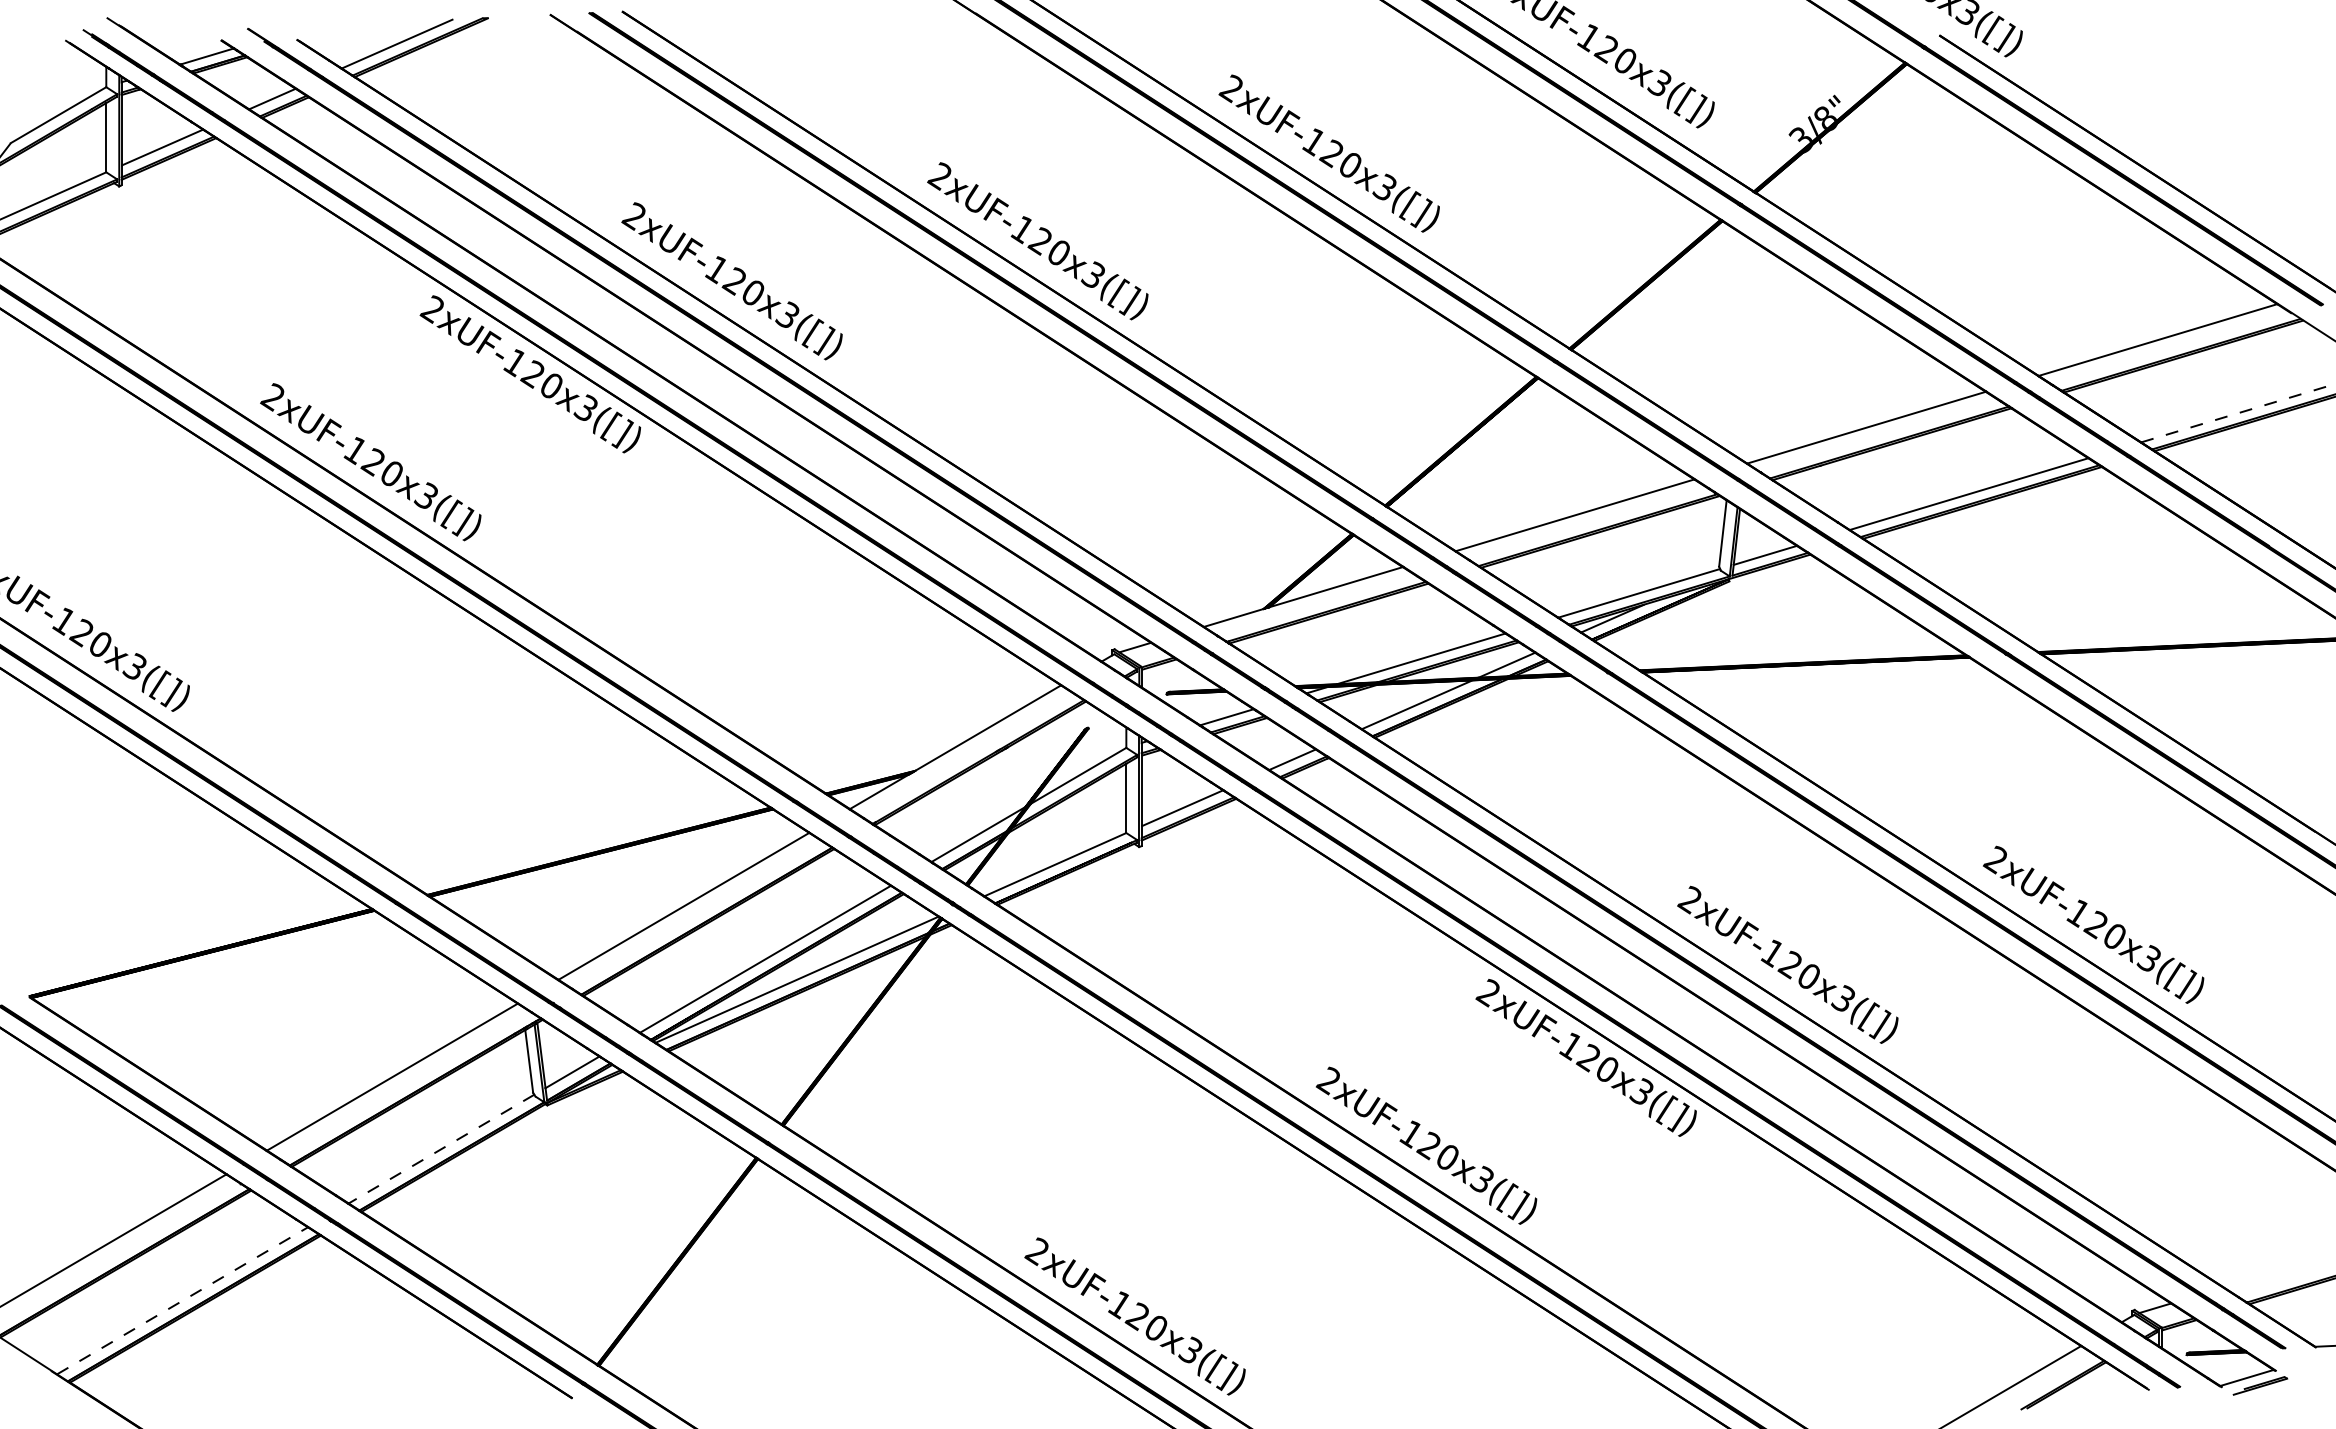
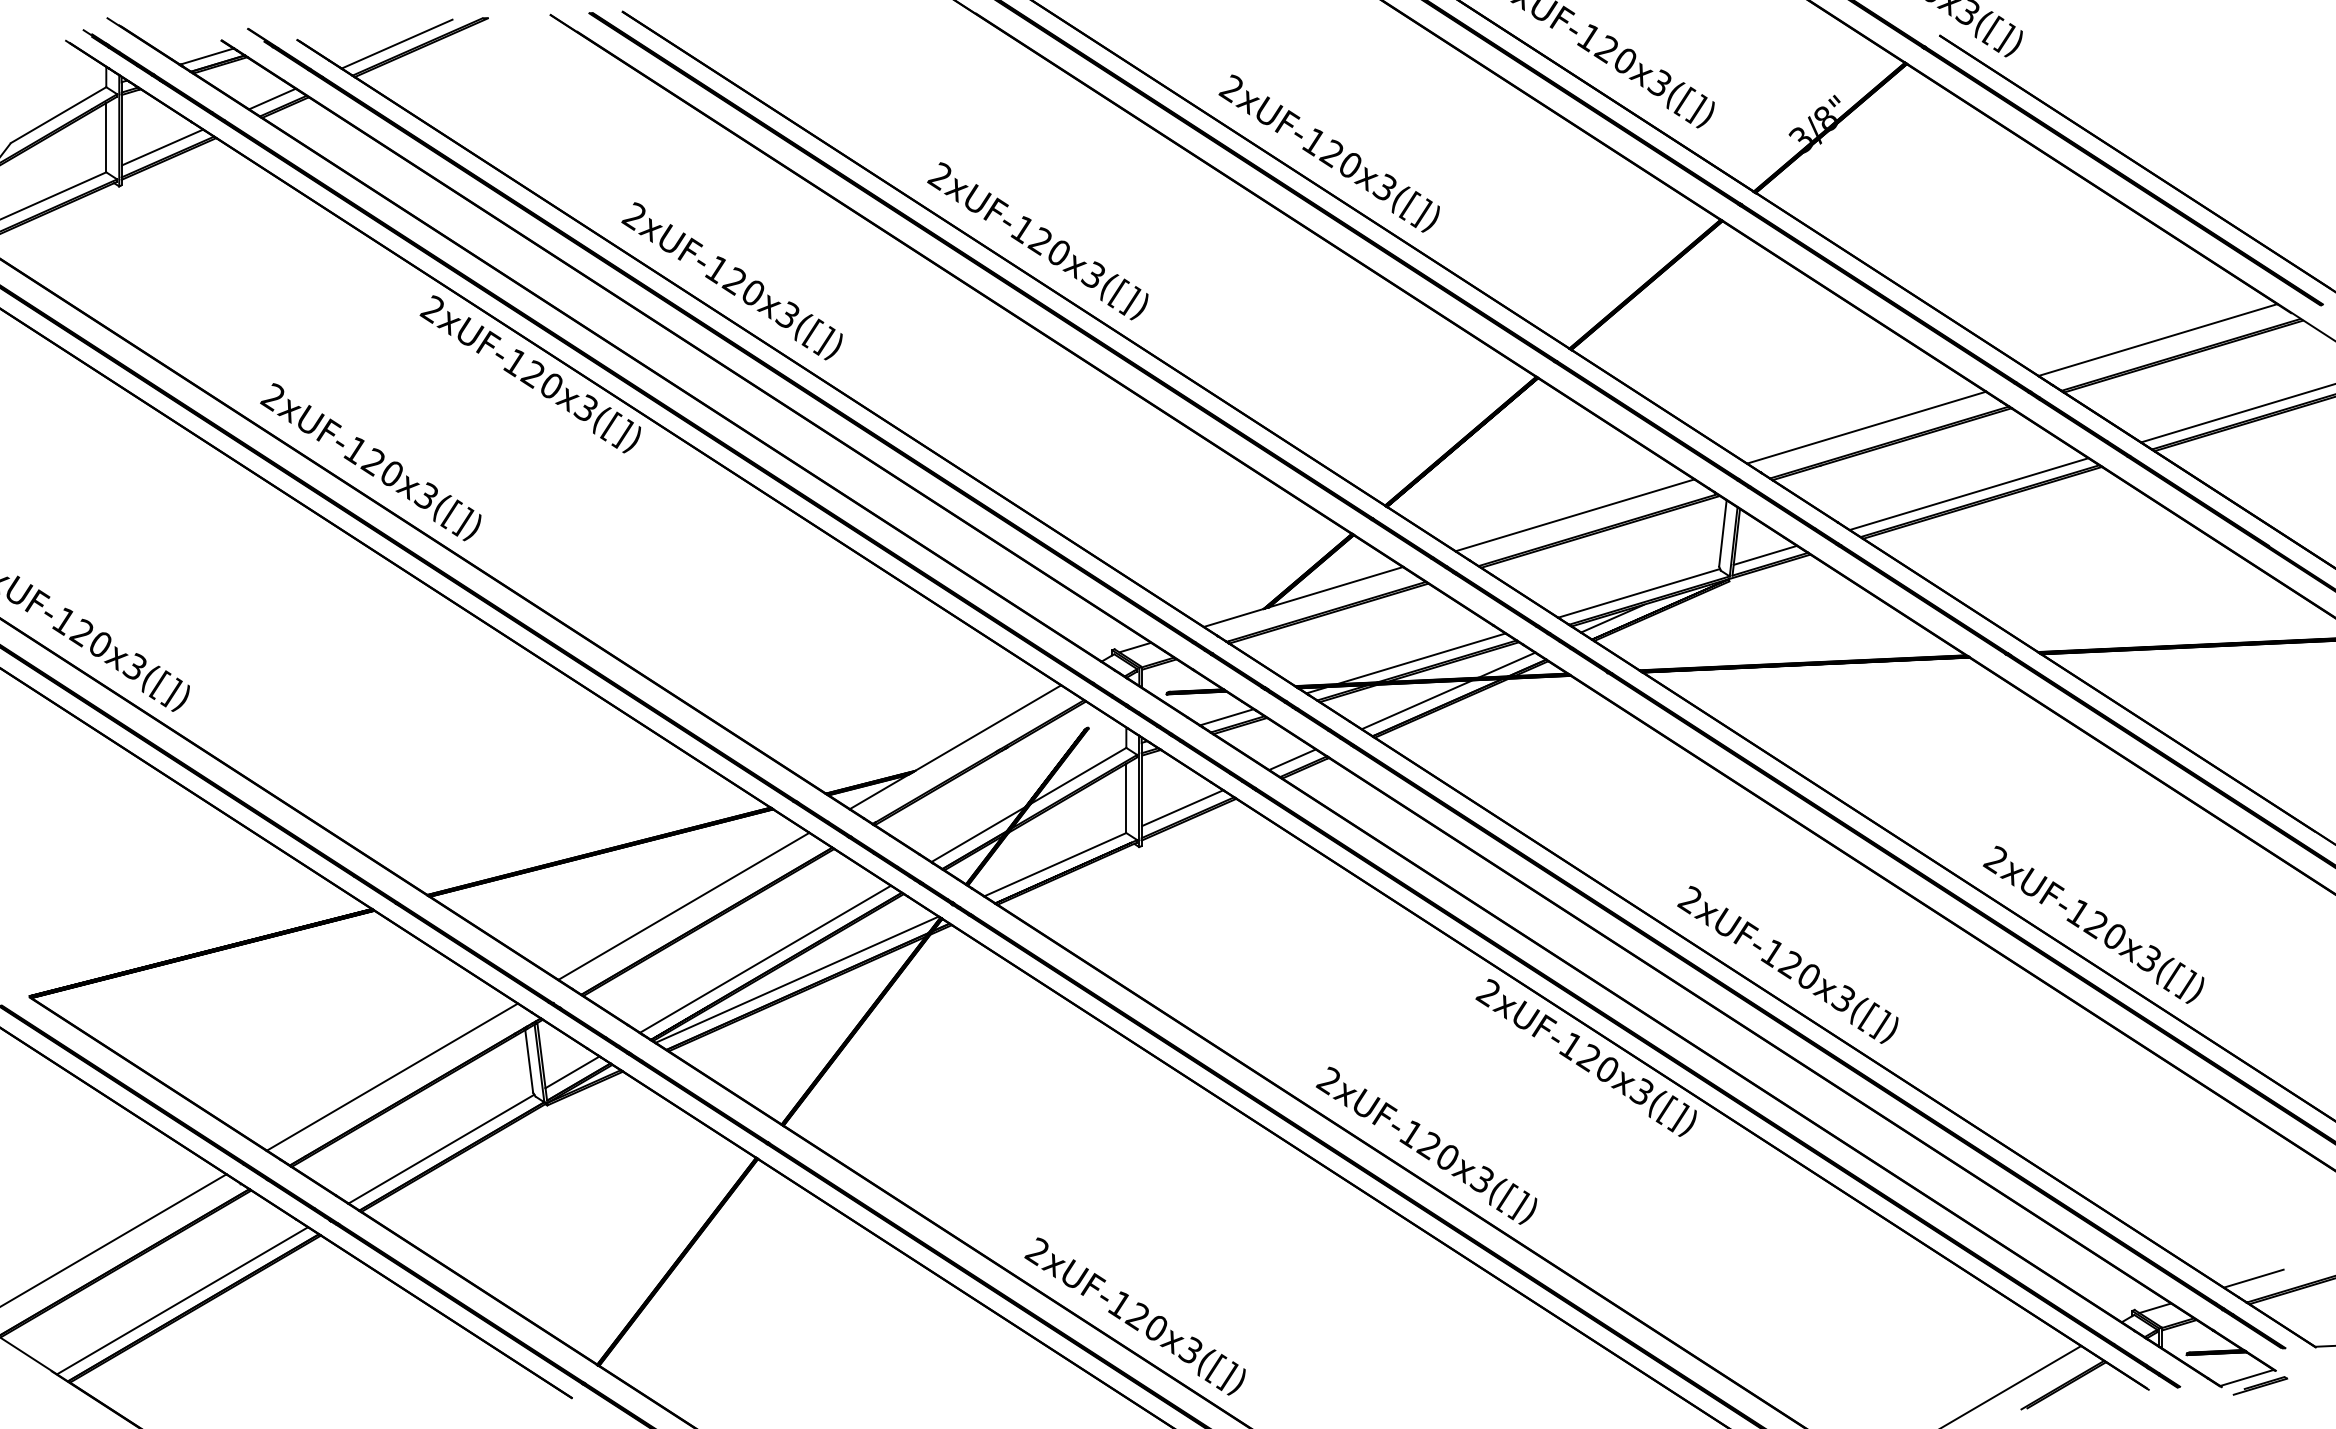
line at (2238, 413): dashed -> solid
line at (441, 1149): dashed -> solid
line at (2253, 1278): none -> present
line at (183, 1300): dashed -> solid
